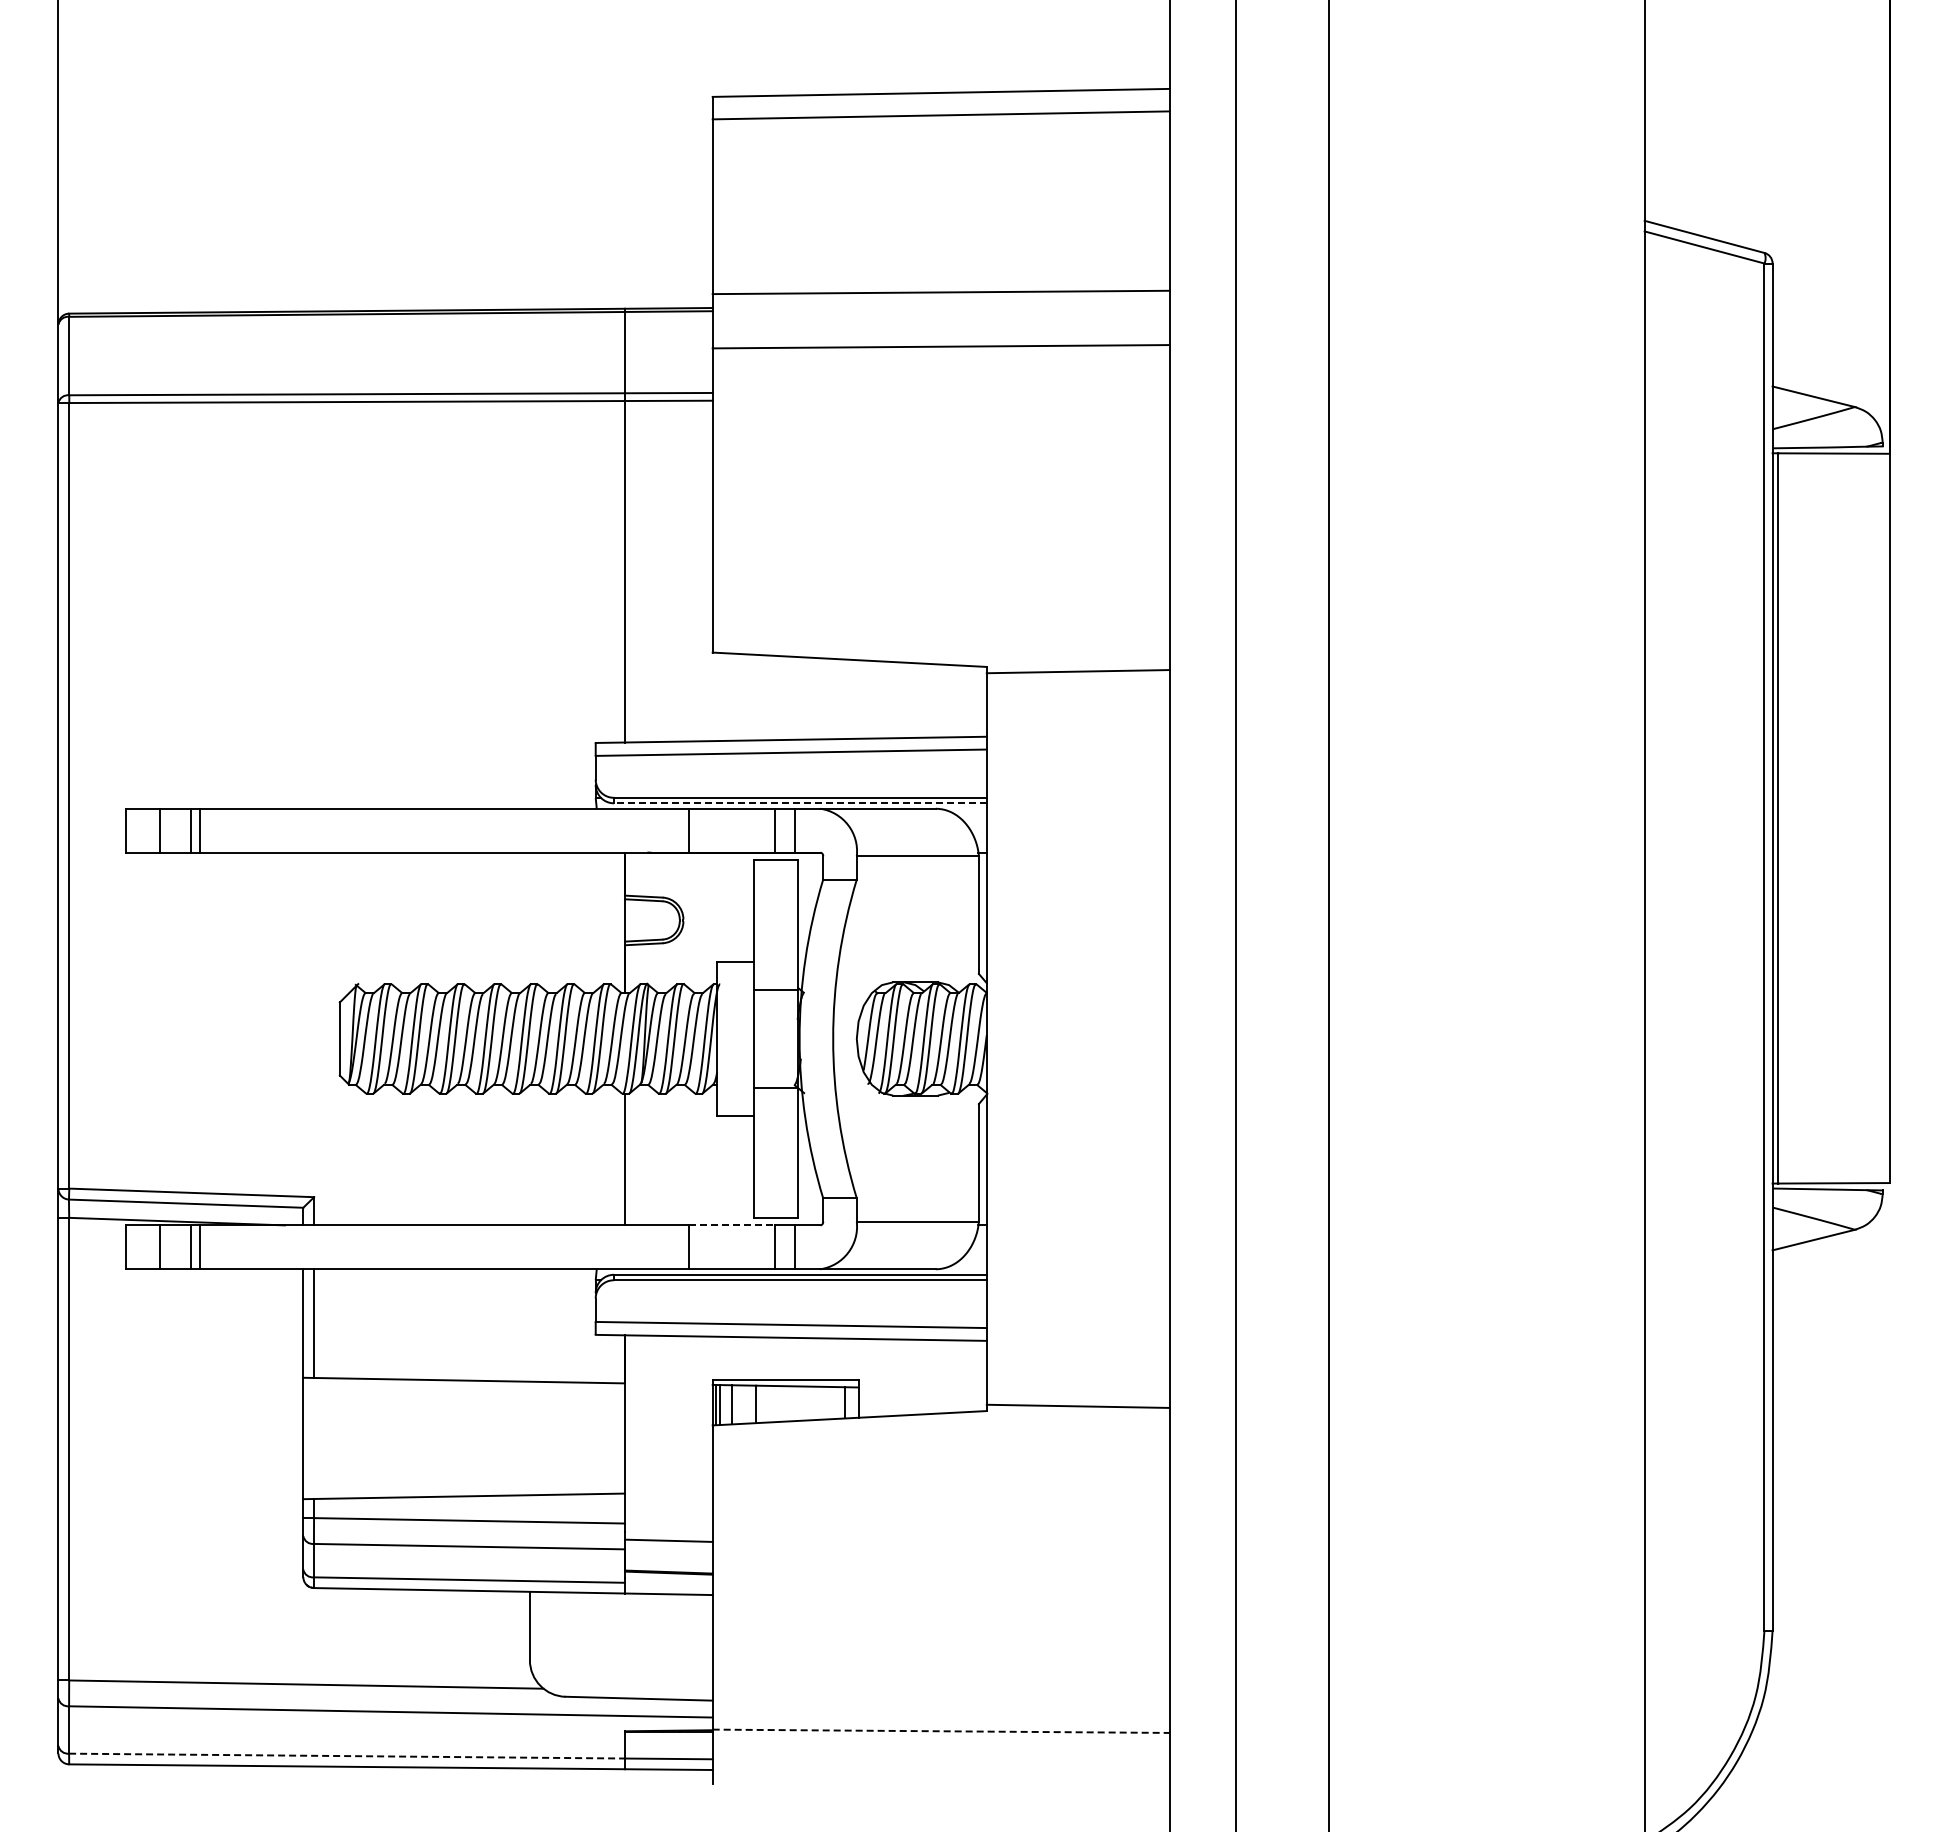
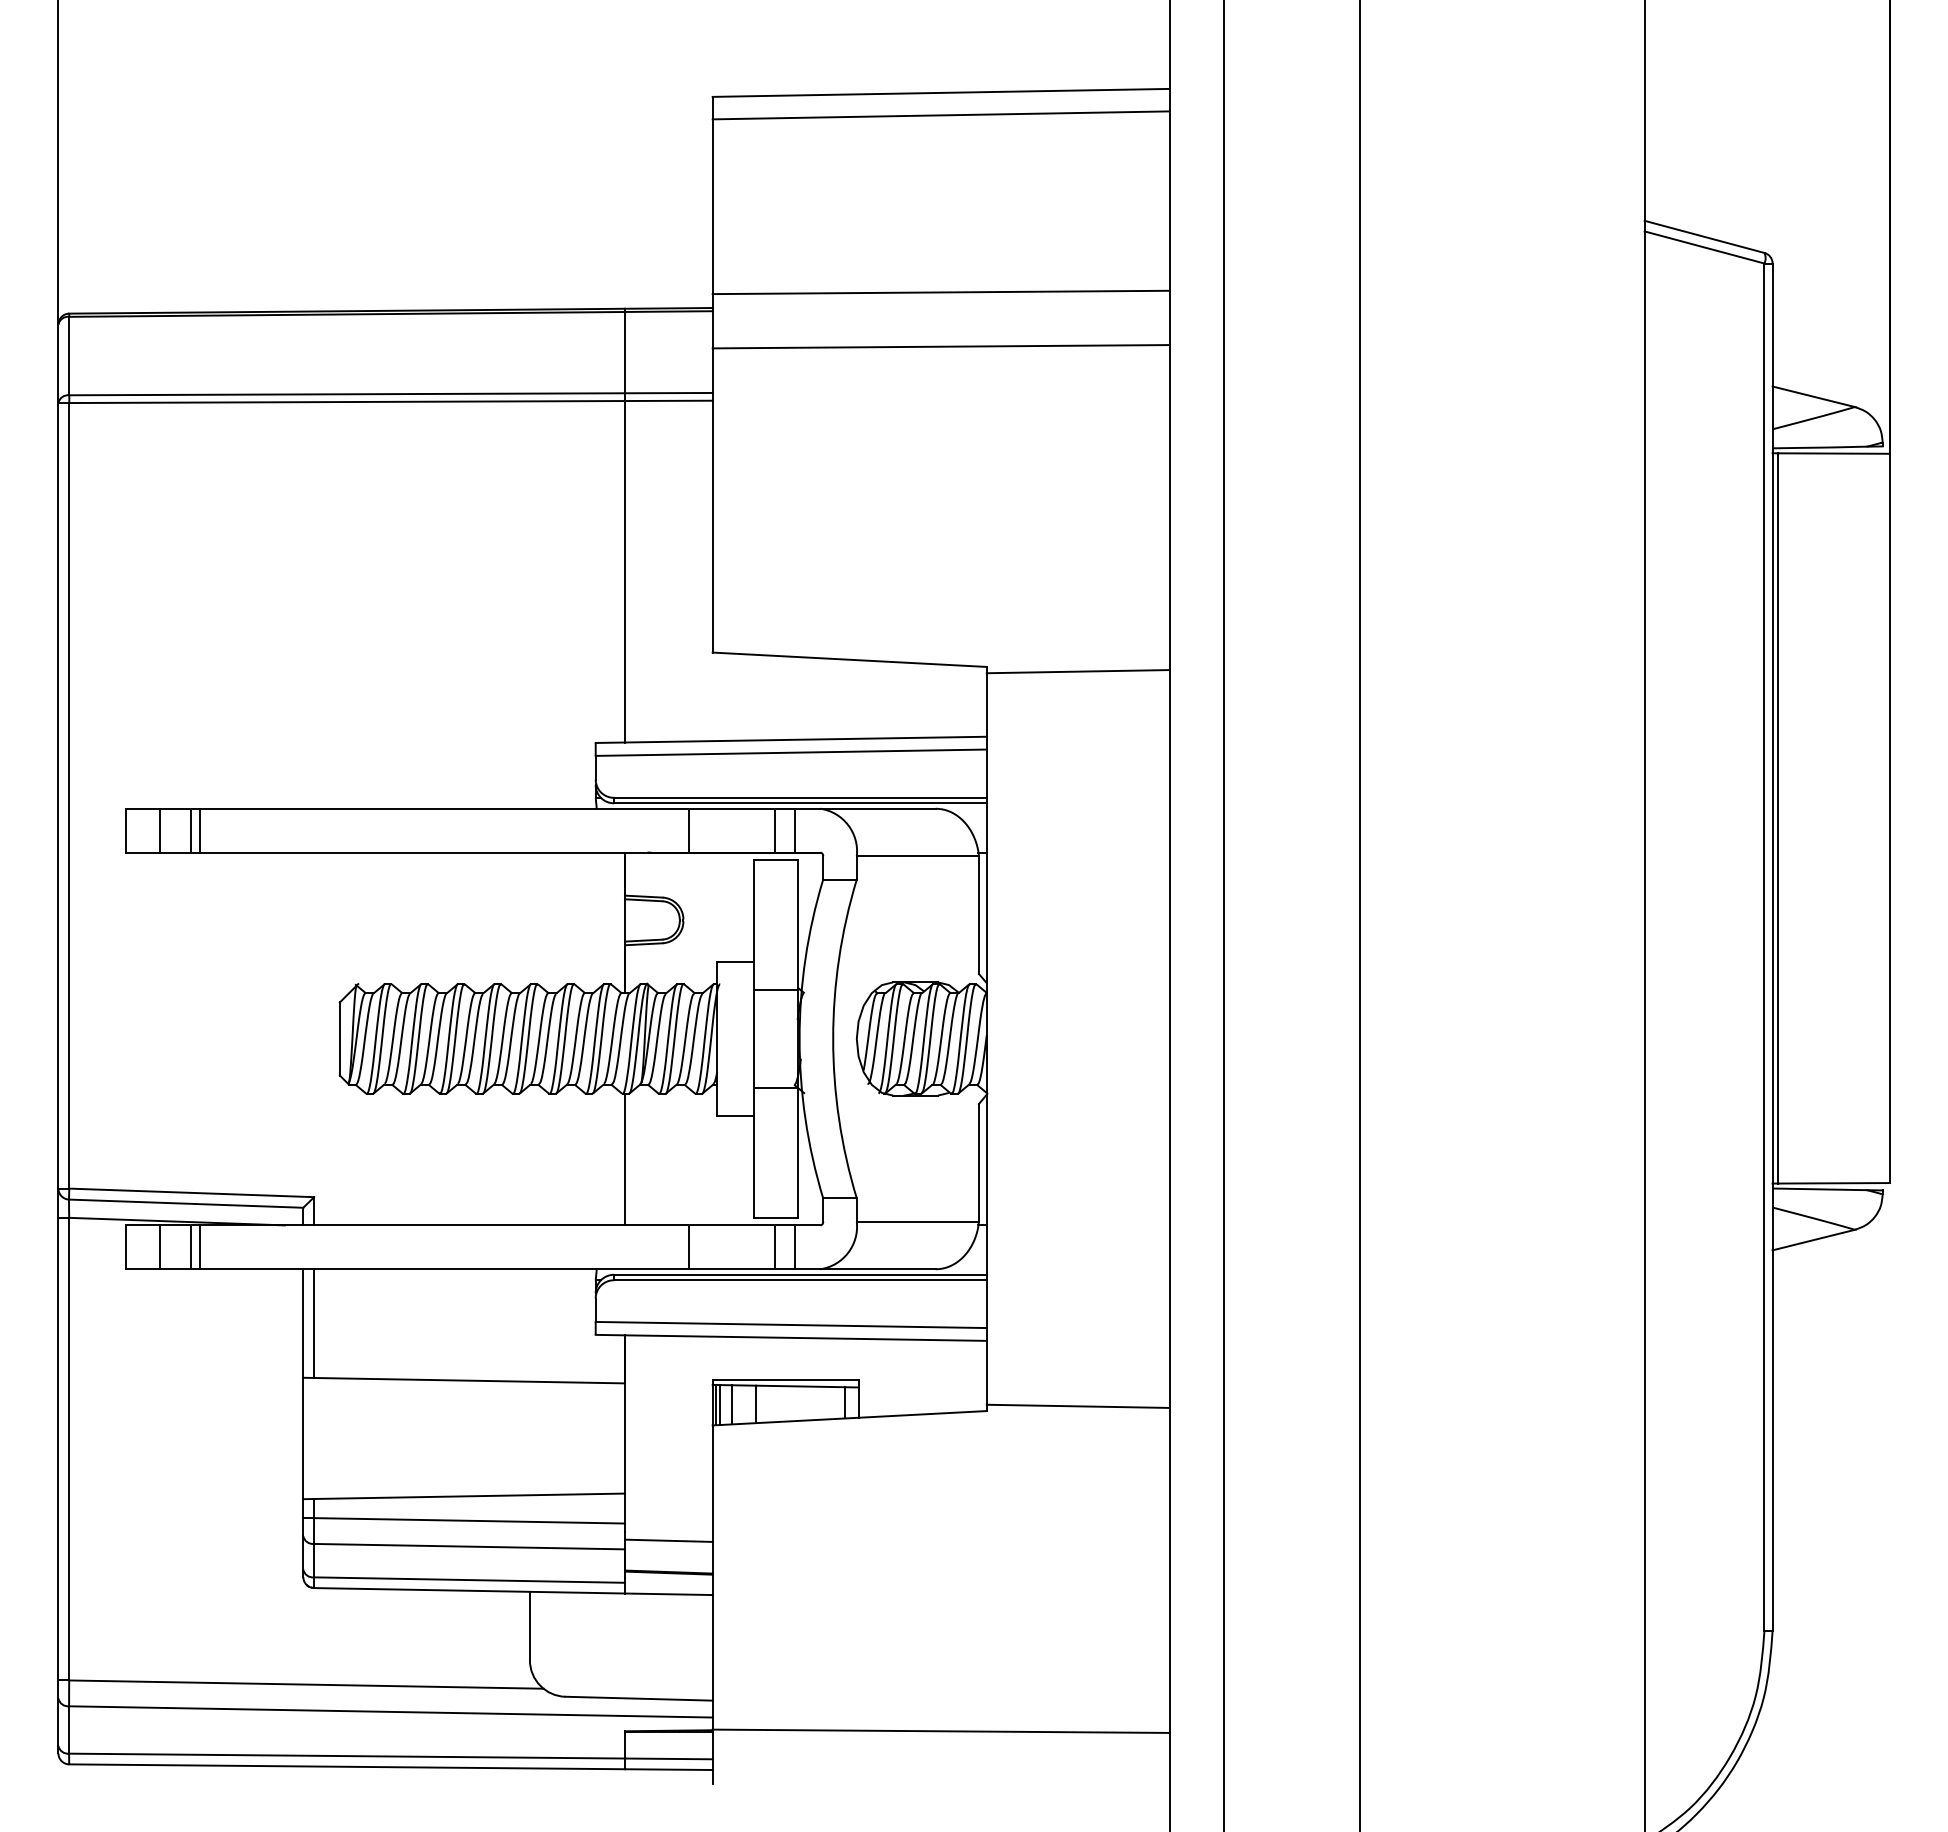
line at (799, 803): dashed -> solid
line at (1236, 915) position: (1236, 915) -> (1224, 915)
line at (1328, 915) position: (1328, 915) -> (1359, 915)
line at (732, 1225): dashed -> solid
line at (941, 1731): dashed -> solid
line at (347, 1756): dashed -> solid
